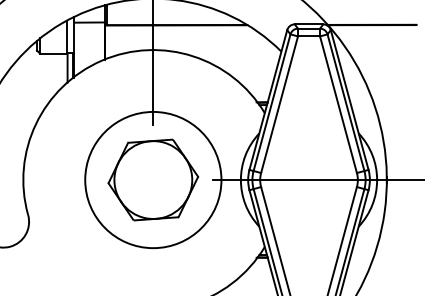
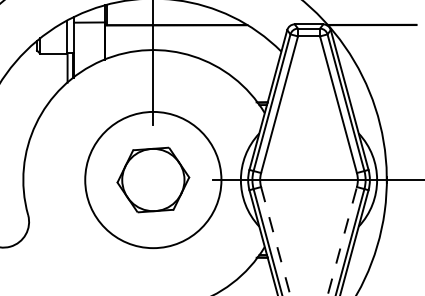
part at (153, 179) size: 93x84 px -> 75x68 px
line at (342, 240): solid -> dashed
line at (275, 241): solid -> dashed
